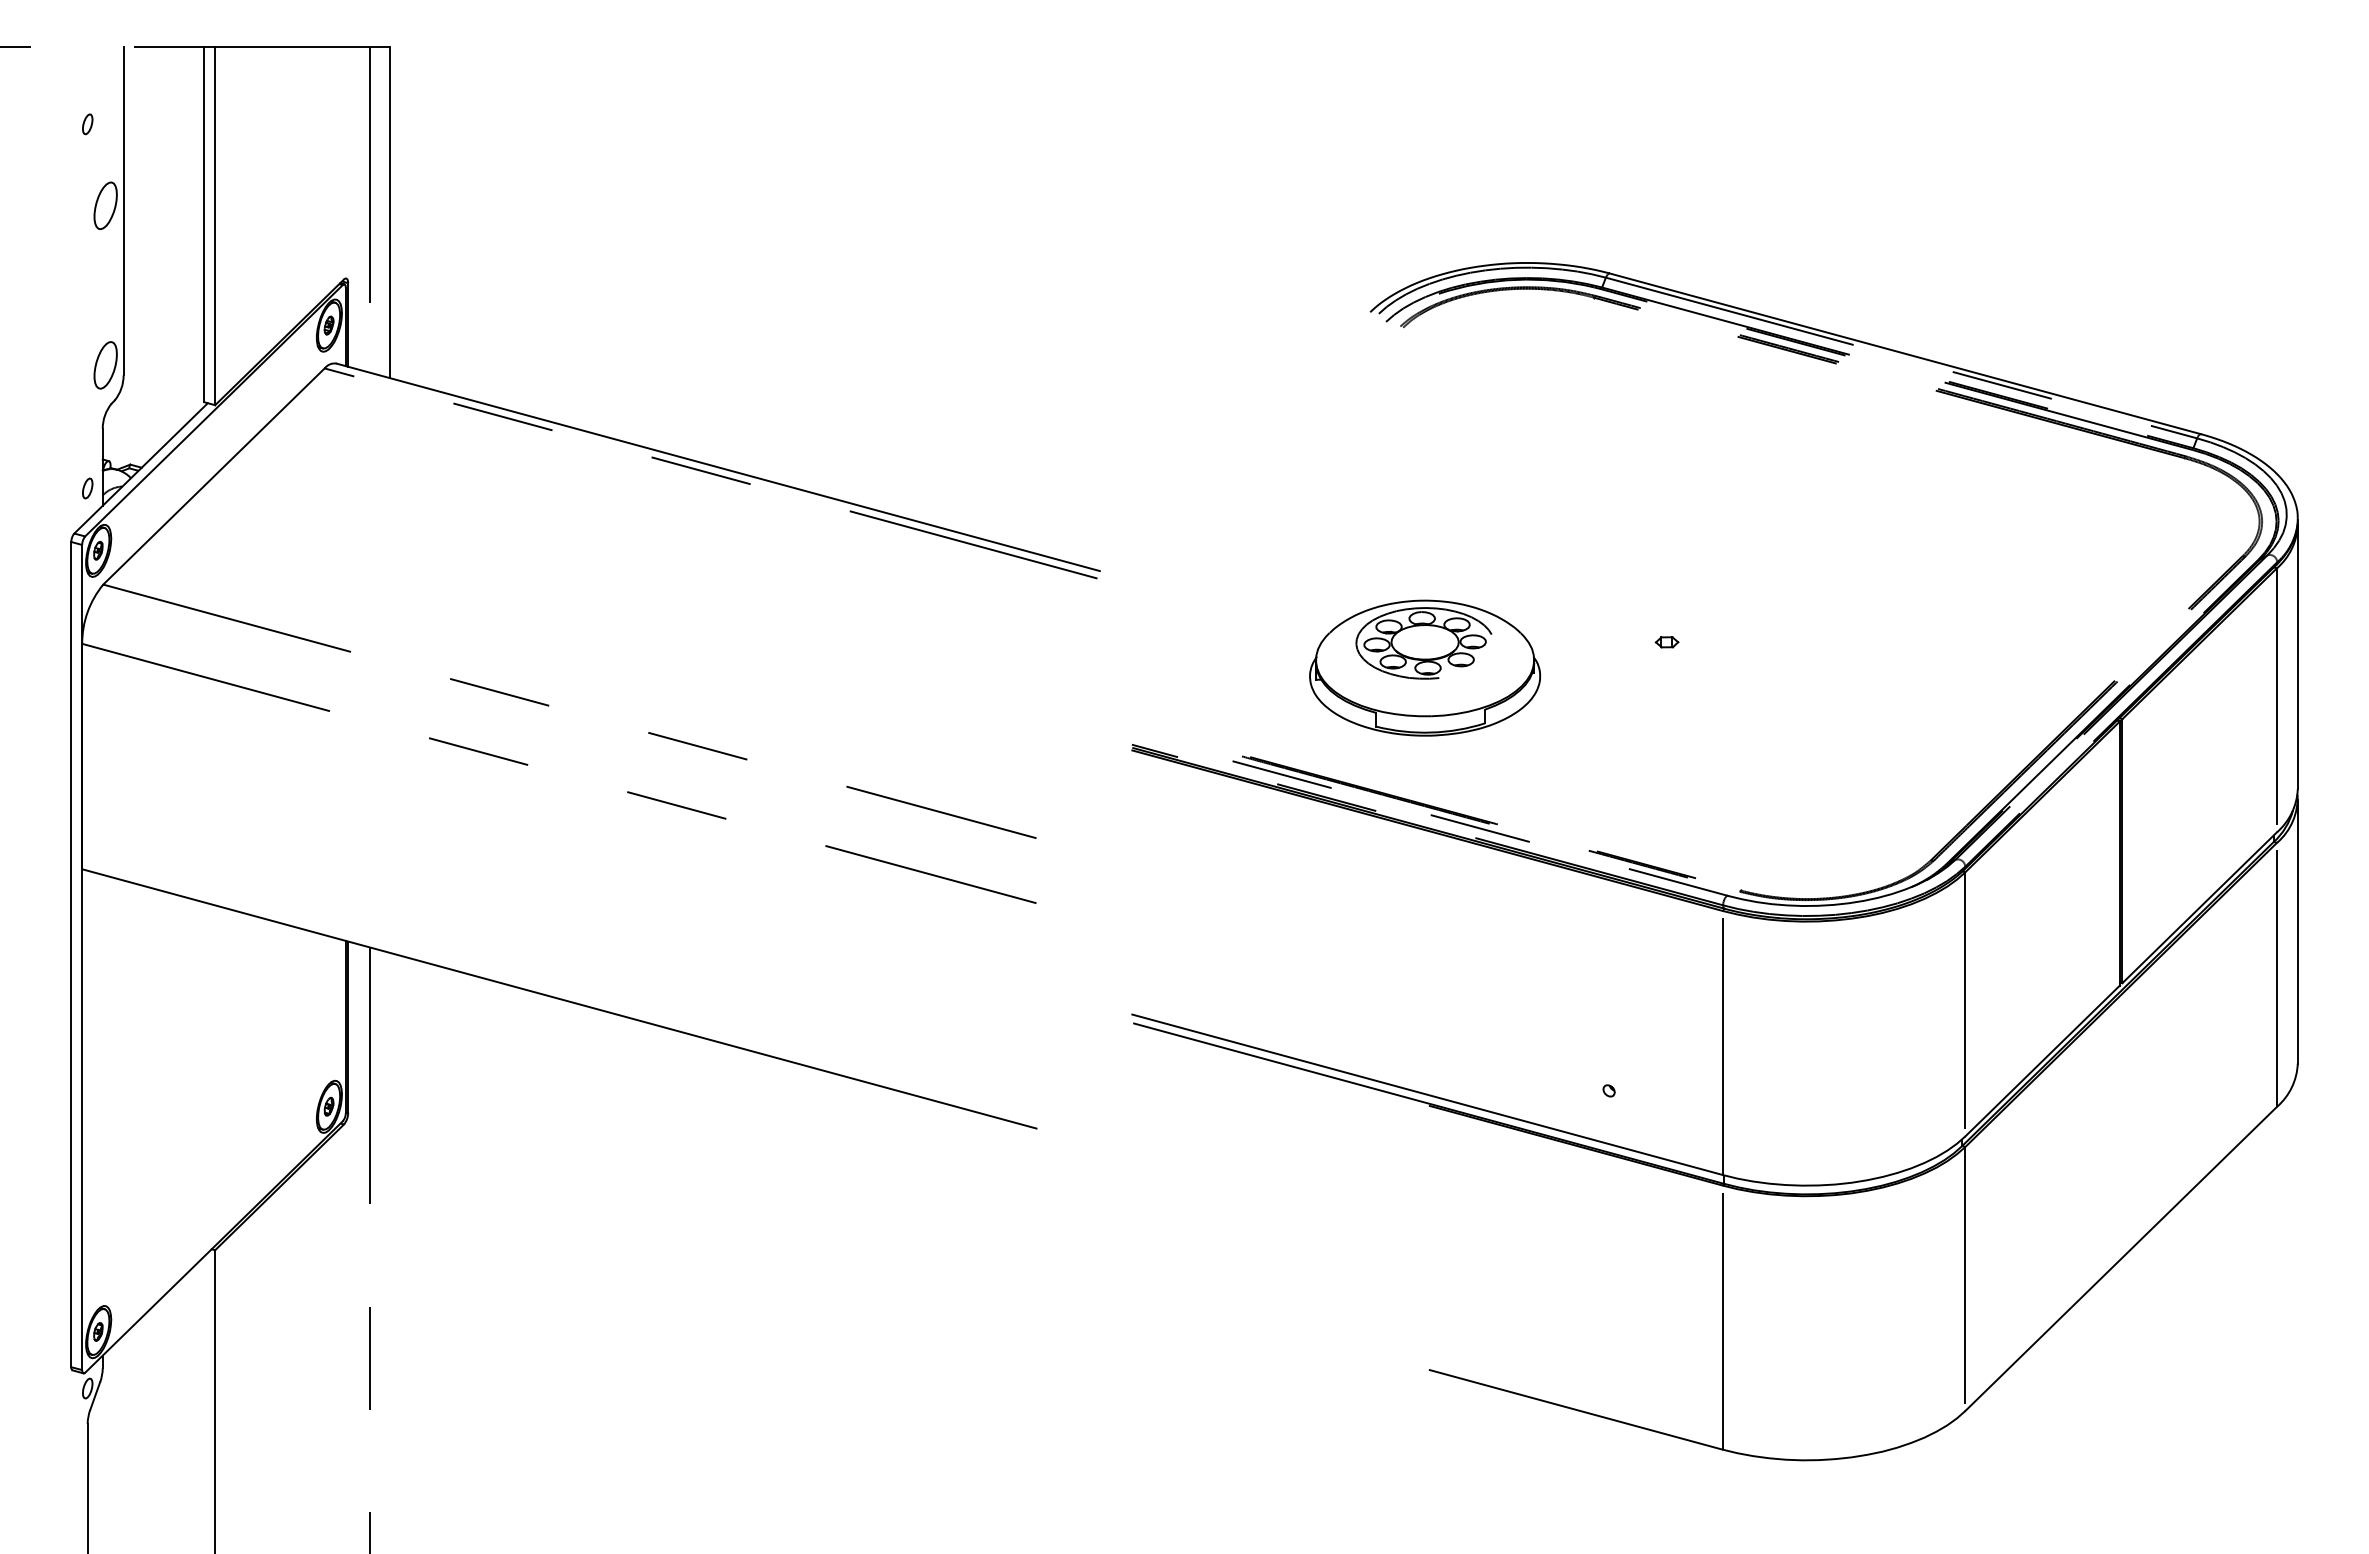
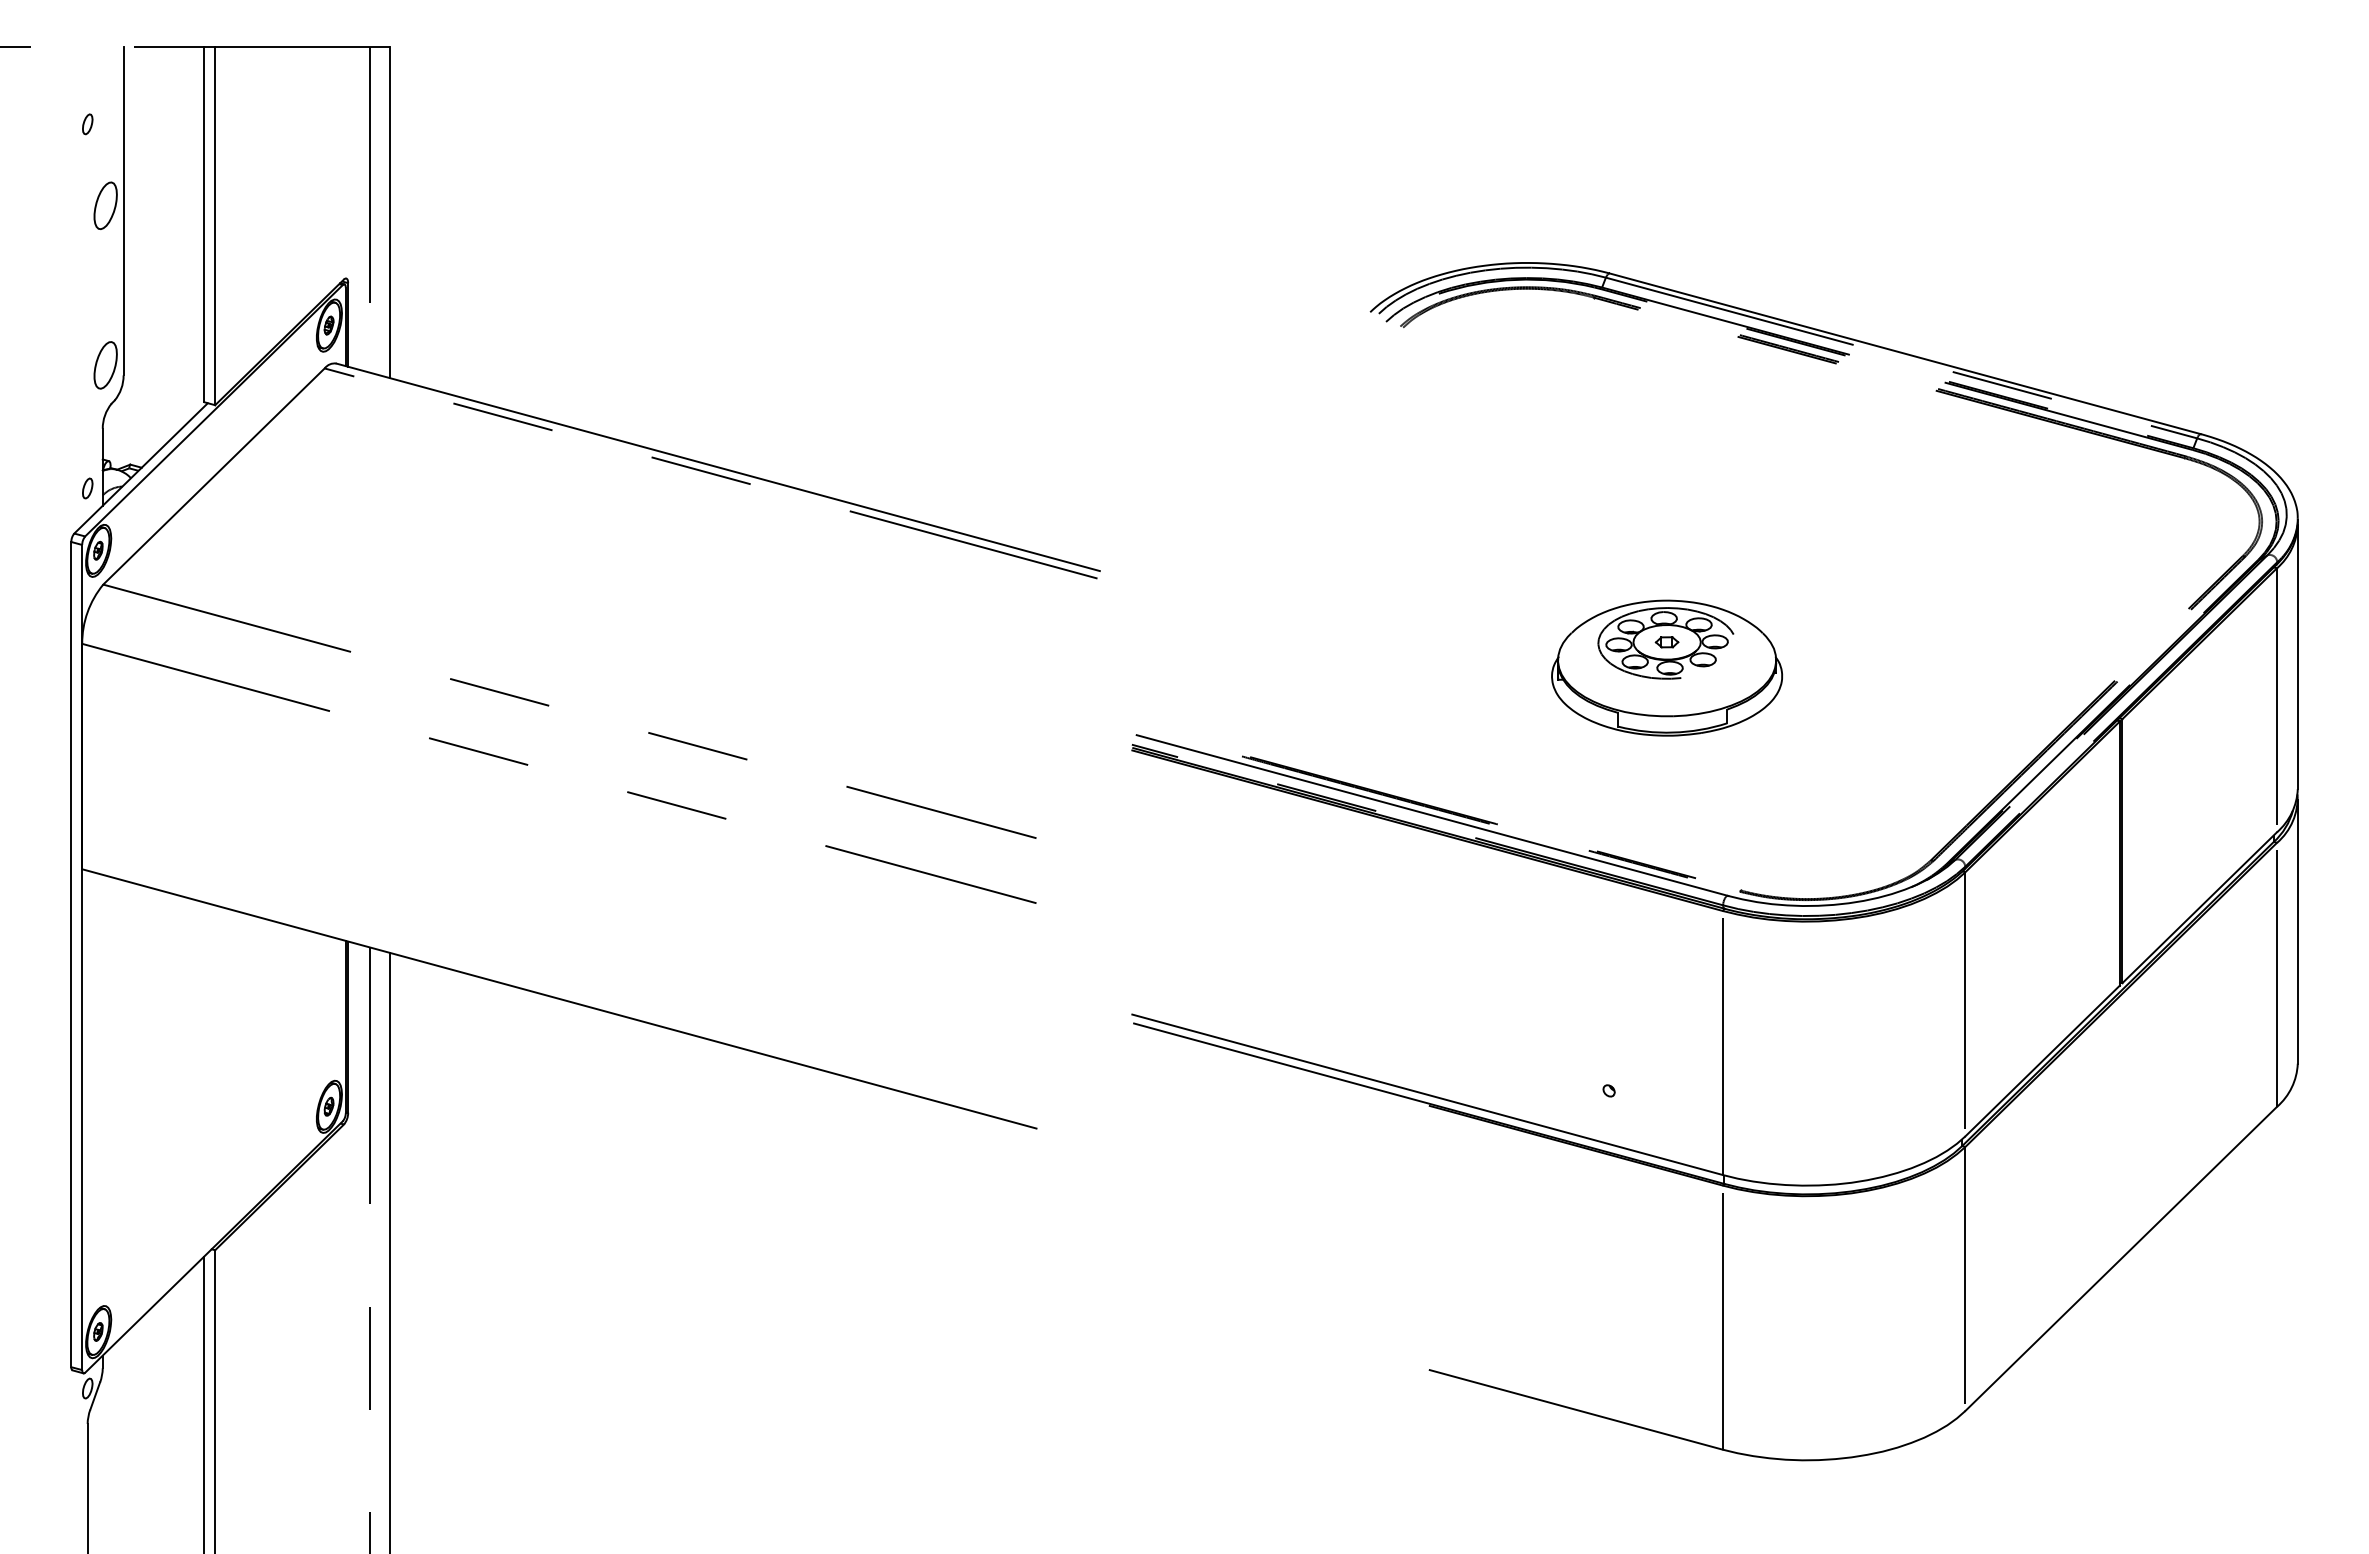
part at (1425, 667) position: (1425, 667) -> (1667, 667)
line at (1431, 815): dashed -> solid
line at (390, 1251): none -> present
line at (204, 1403): none -> present
